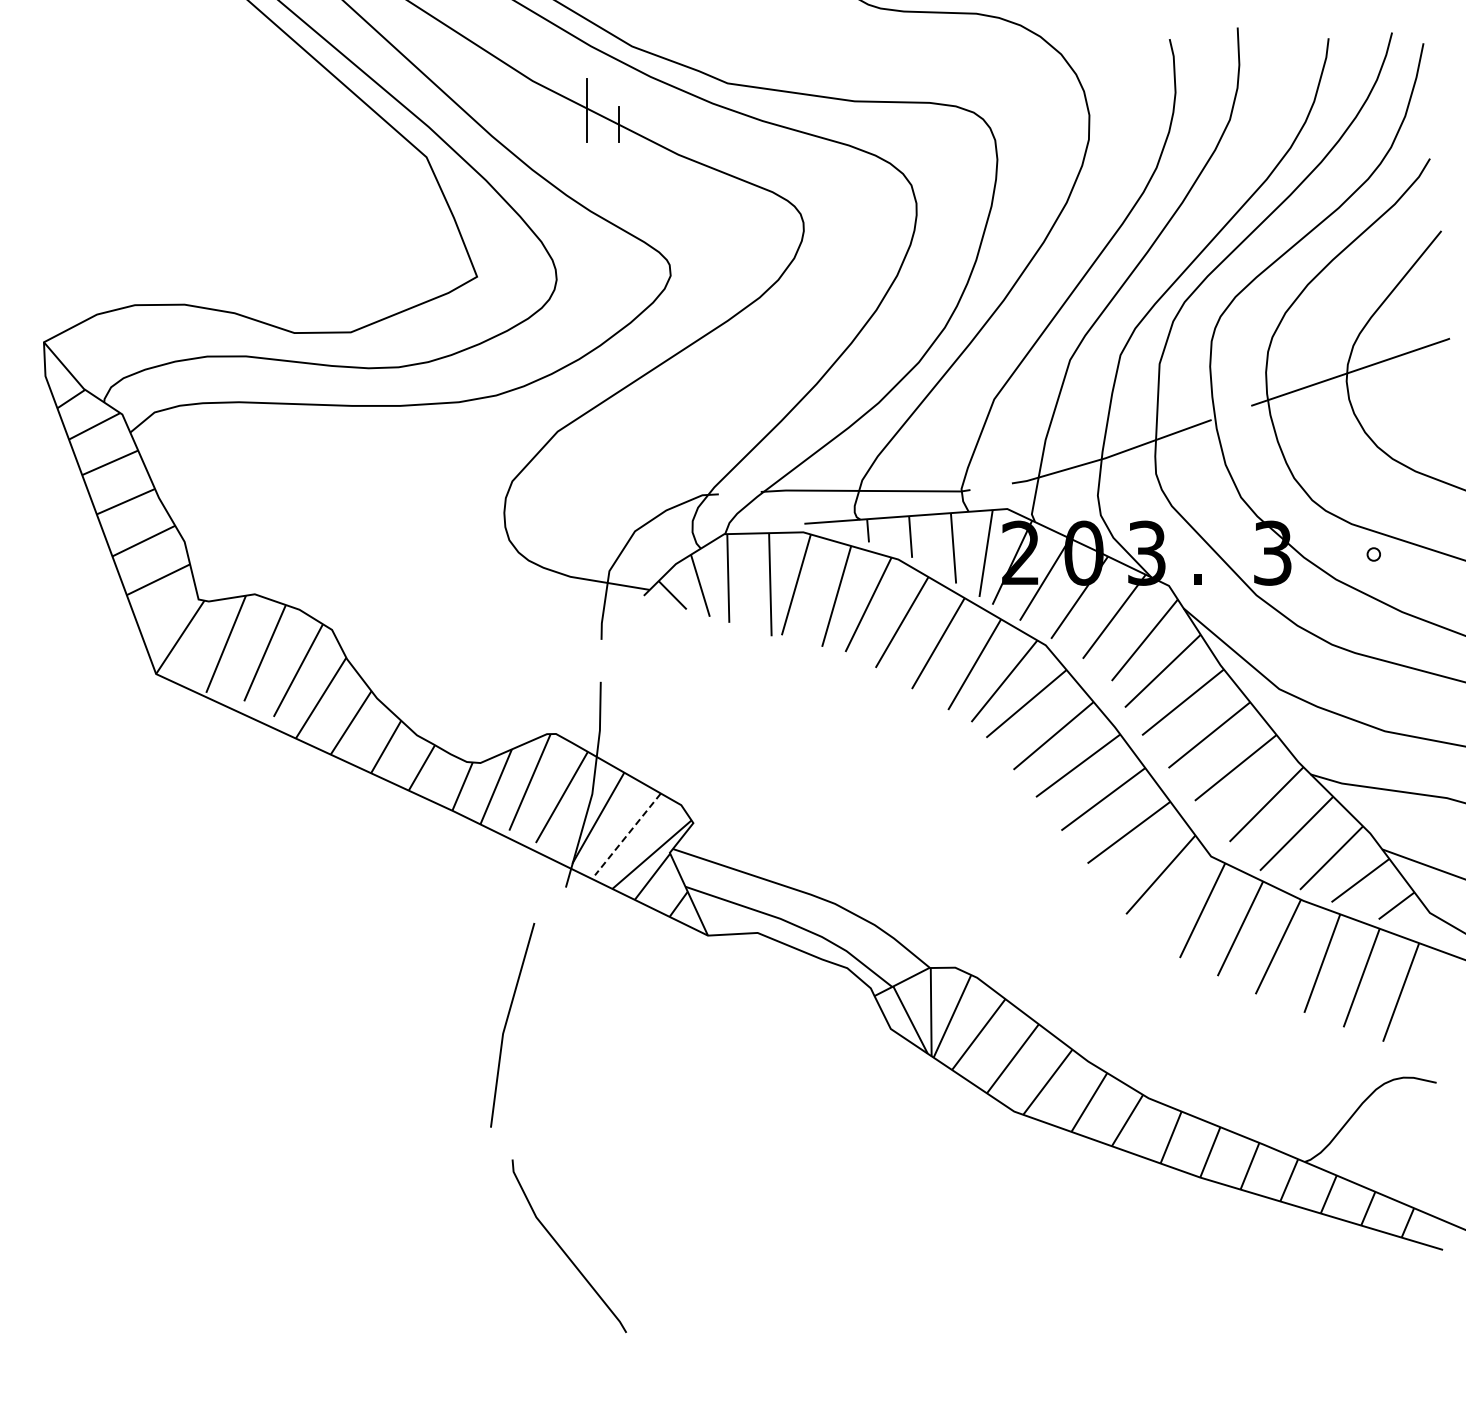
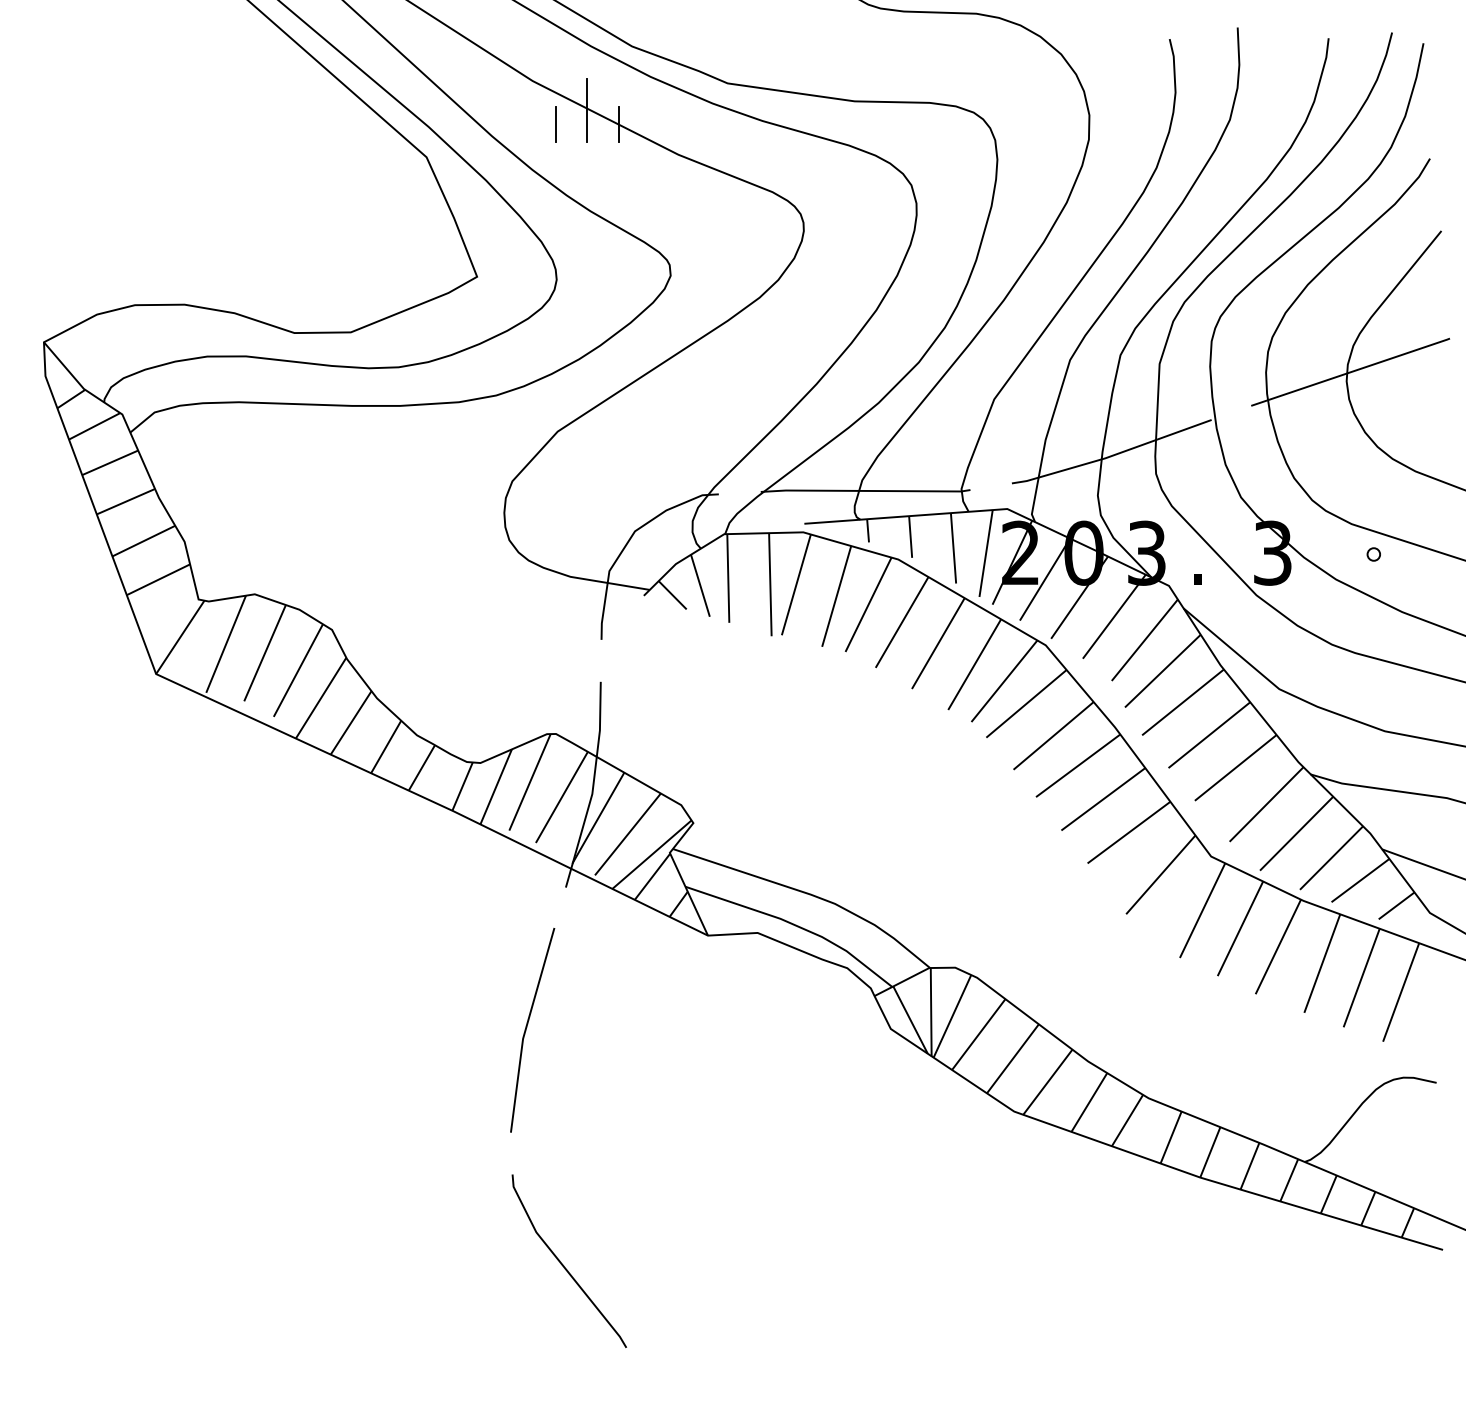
line at (555, 124): none -> present
line at (627, 834): dashed -> solid
line at (507, 1022) position: (507, 1022) -> (527, 1027)
line at (563, 1249) position: (563, 1249) -> (563, 1264)
